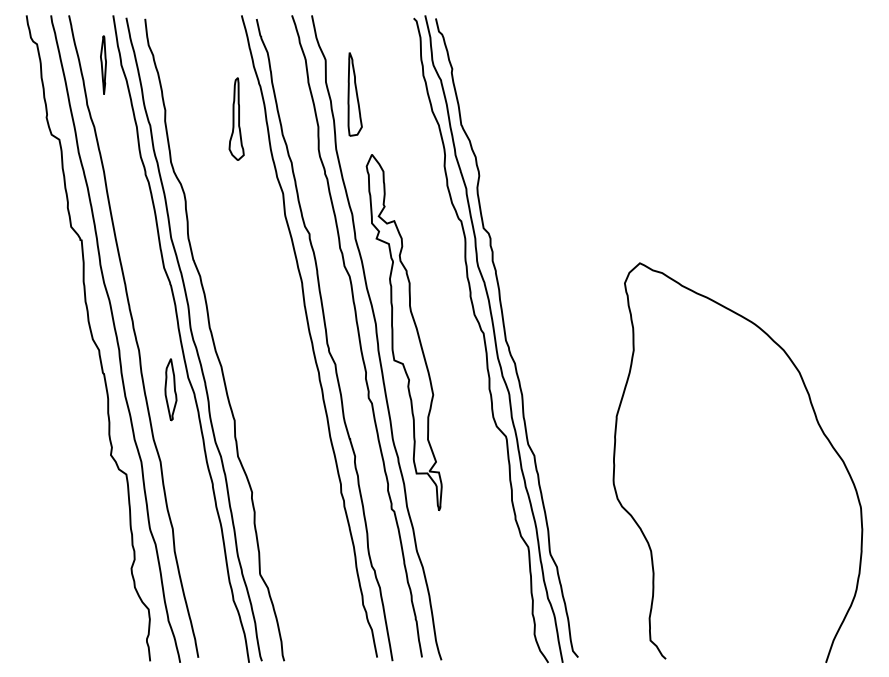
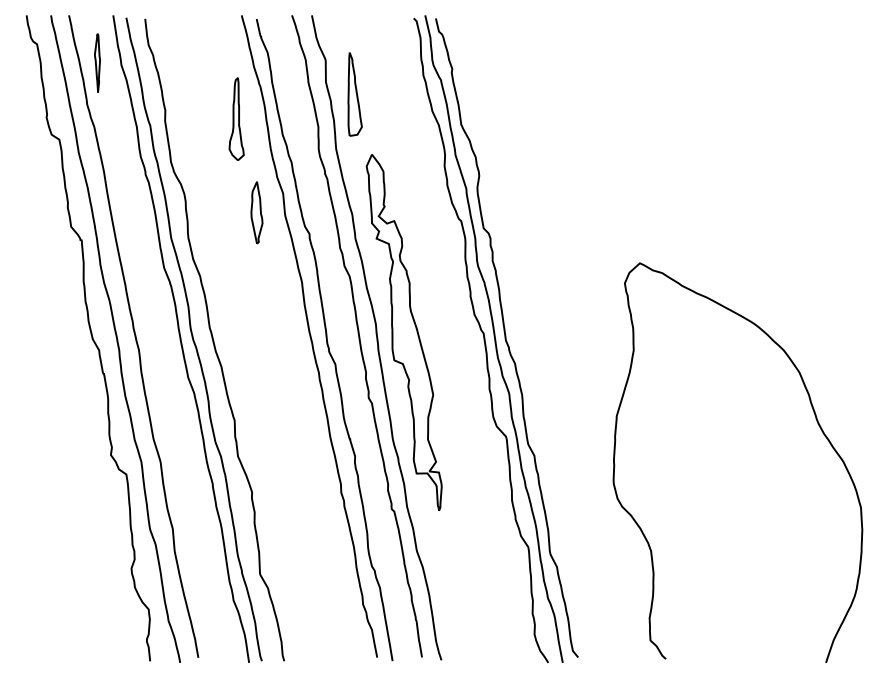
part at (103, 64) position: (103, 64) -> (97, 62)
part at (170, 389) position: (170, 389) -> (256, 212)
